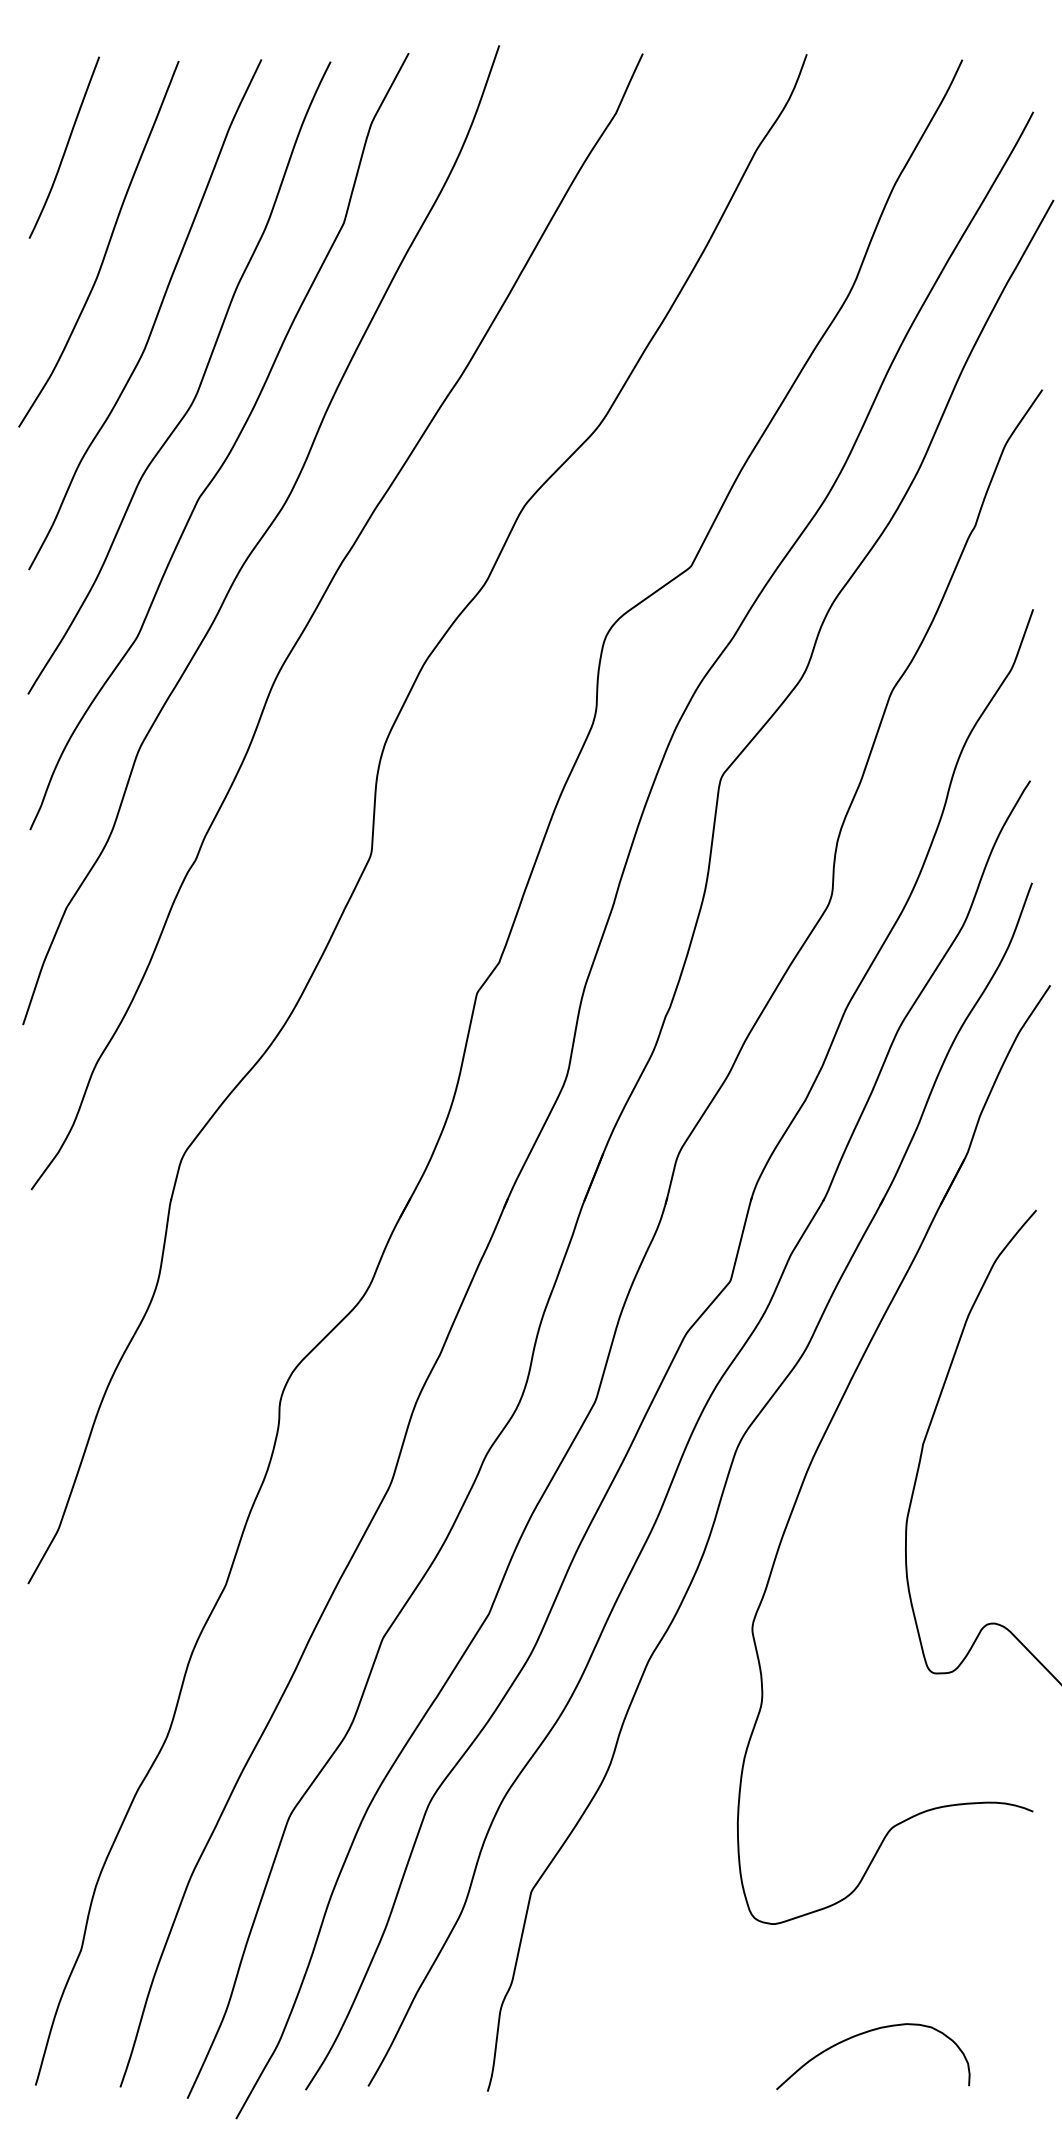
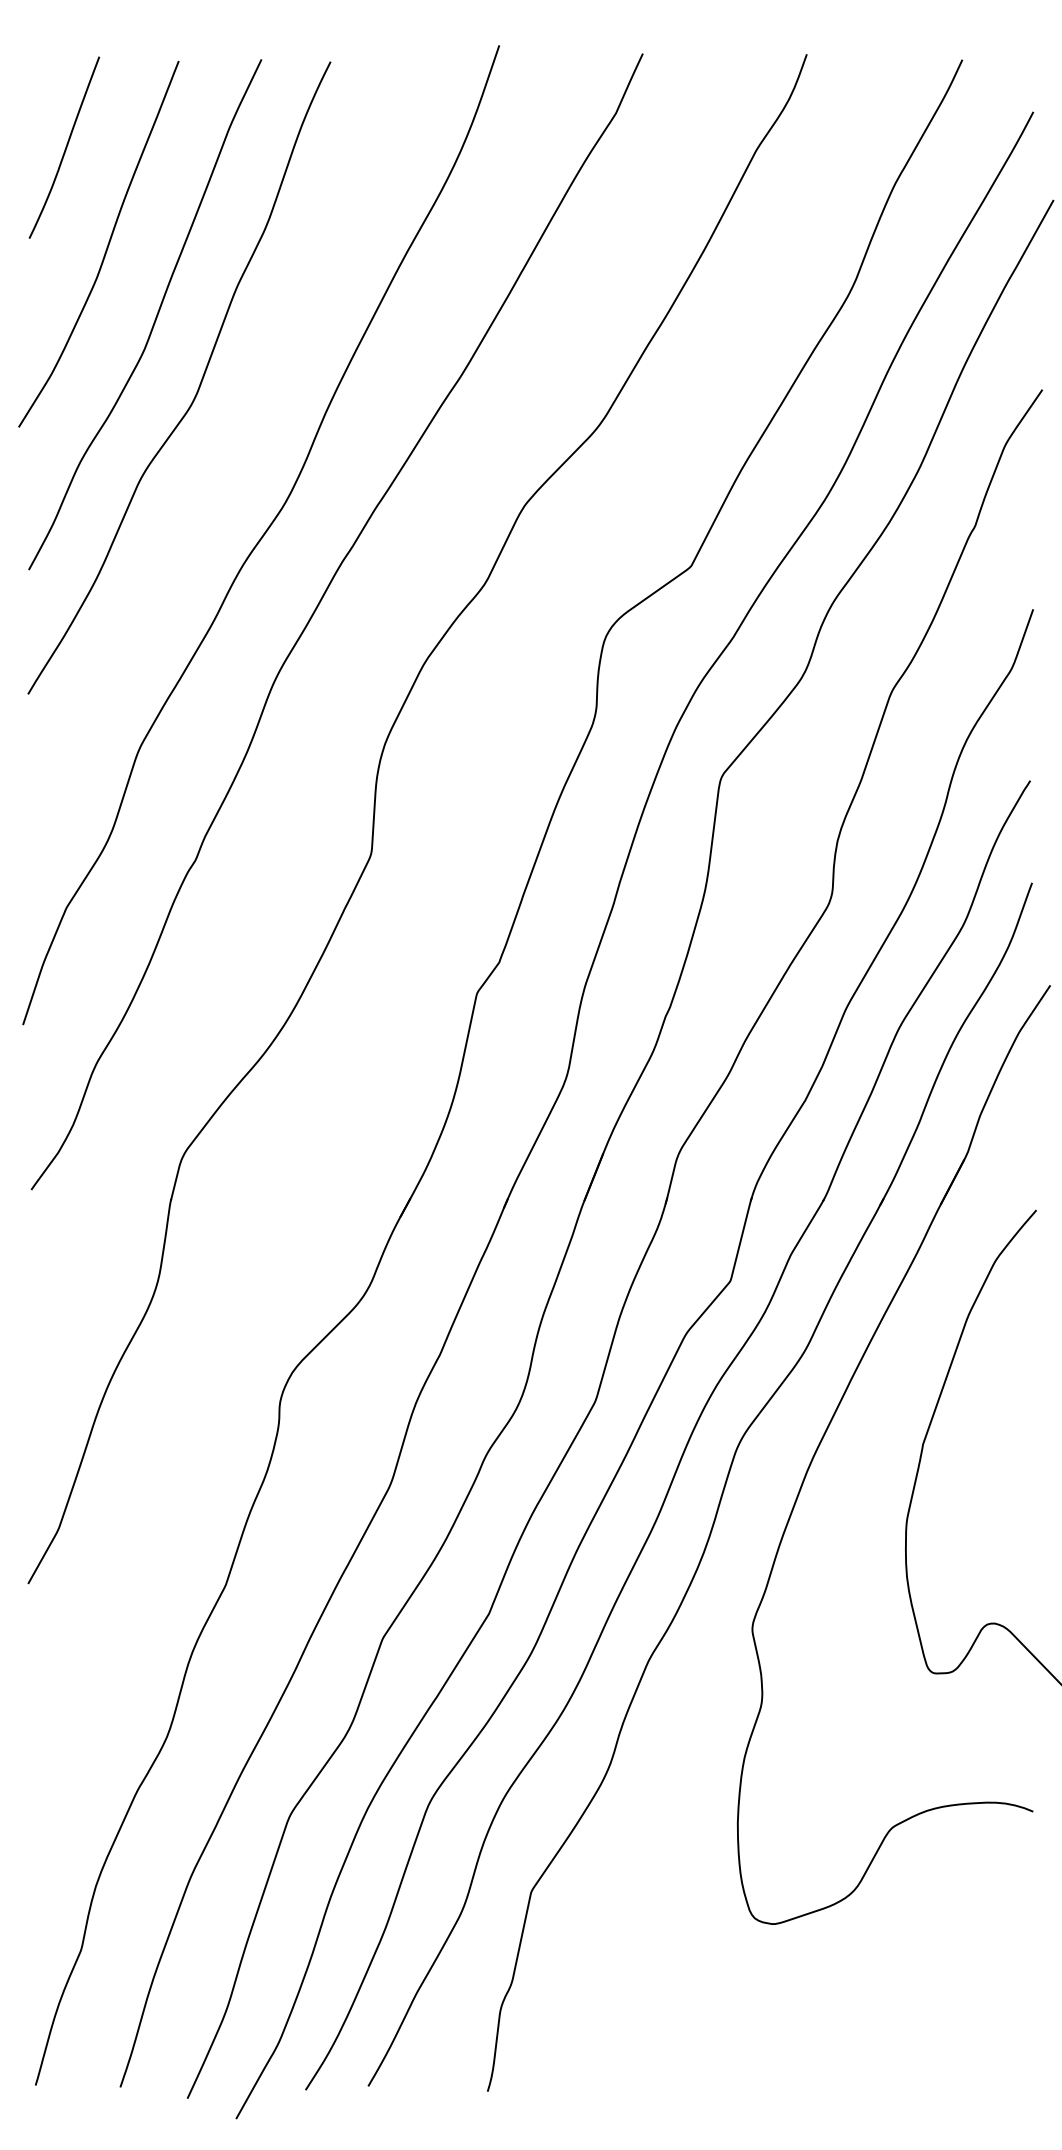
curve at (231, 447): present -> none
curve at (865, 2033): present -> none
